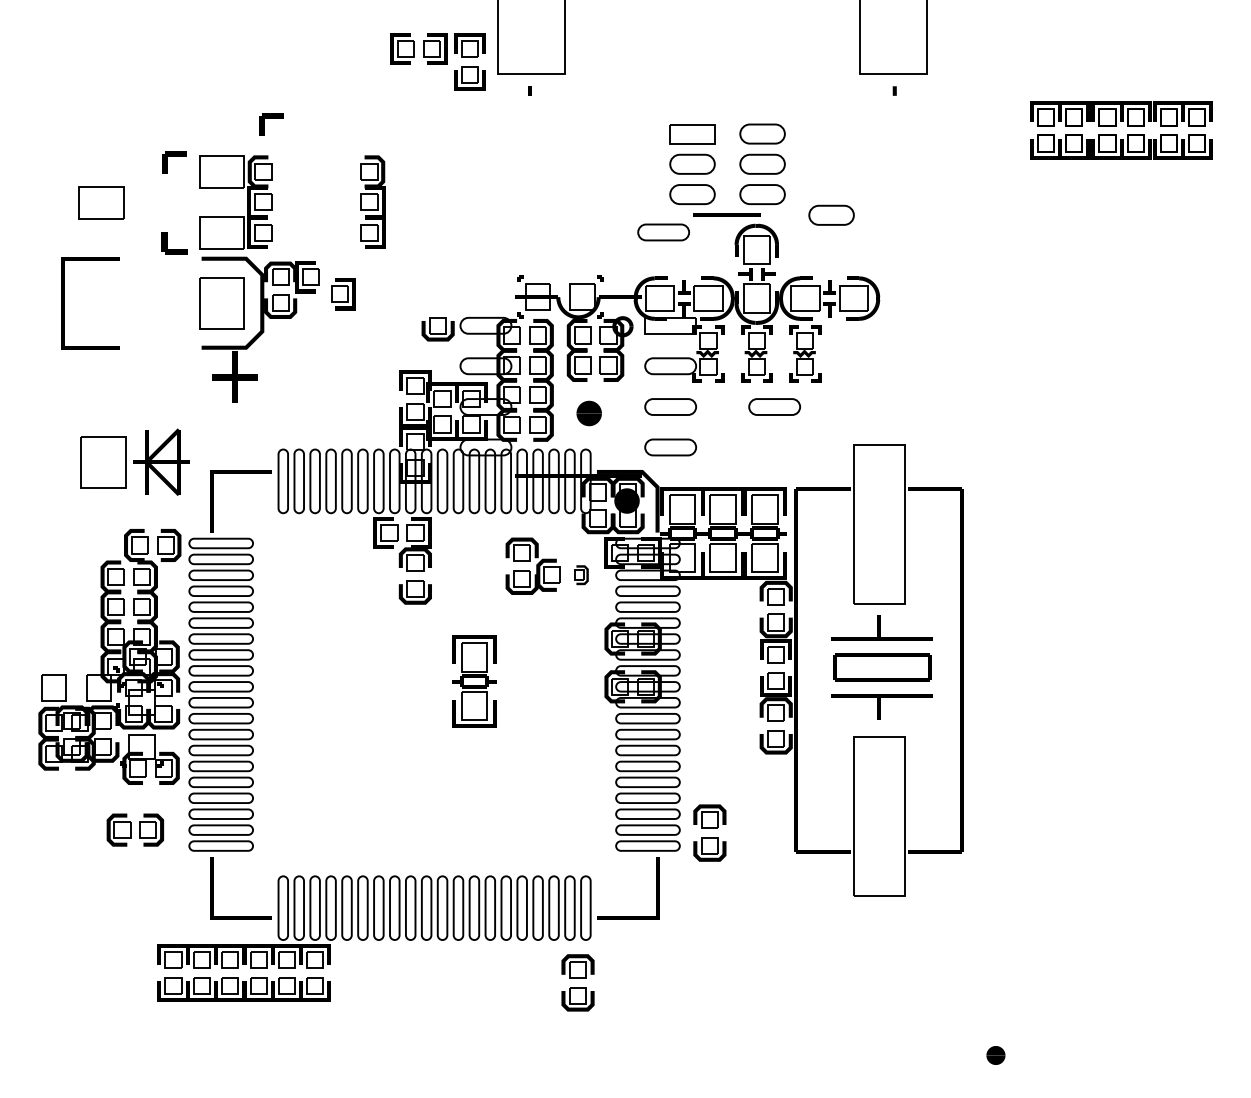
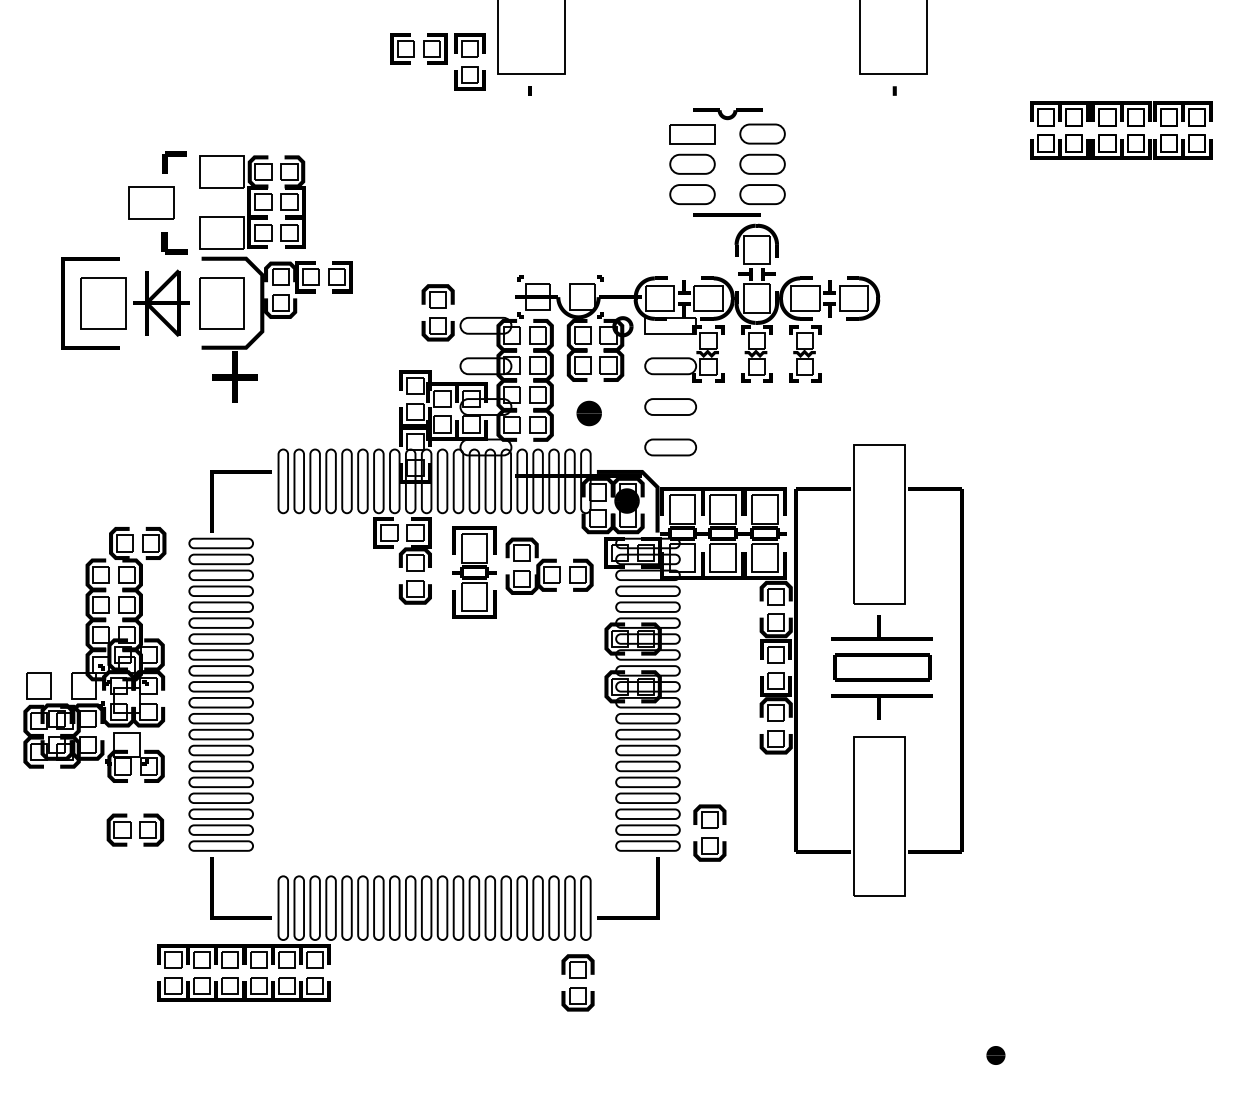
part at (727, 114): none -> present
part at (271, 124): present -> none
part at (372, 201) position: (372, 201) -> (292, 201)
part at (101, 202) position: (101, 202) -> (151, 202)
part at (831, 214): present -> none
part at (663, 232): present -> none
part at (343, 294) position: (343, 294) -> (340, 277)
part at (437, 296): none -> present
part at (774, 406): present -> none
part at (134, 461) position: (134, 461) -> (134, 302)
part at (581, 575) size: 15x21 px -> 25x34 px
part at (109, 656) position: (109, 656) -> (94, 654)
part at (474, 681) position: (474, 681) -> (474, 572)
